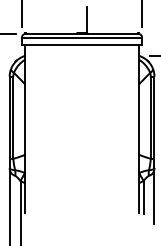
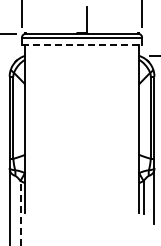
line at (82, 44): solid -> dashed
line at (20, 212): solid -> dashed
